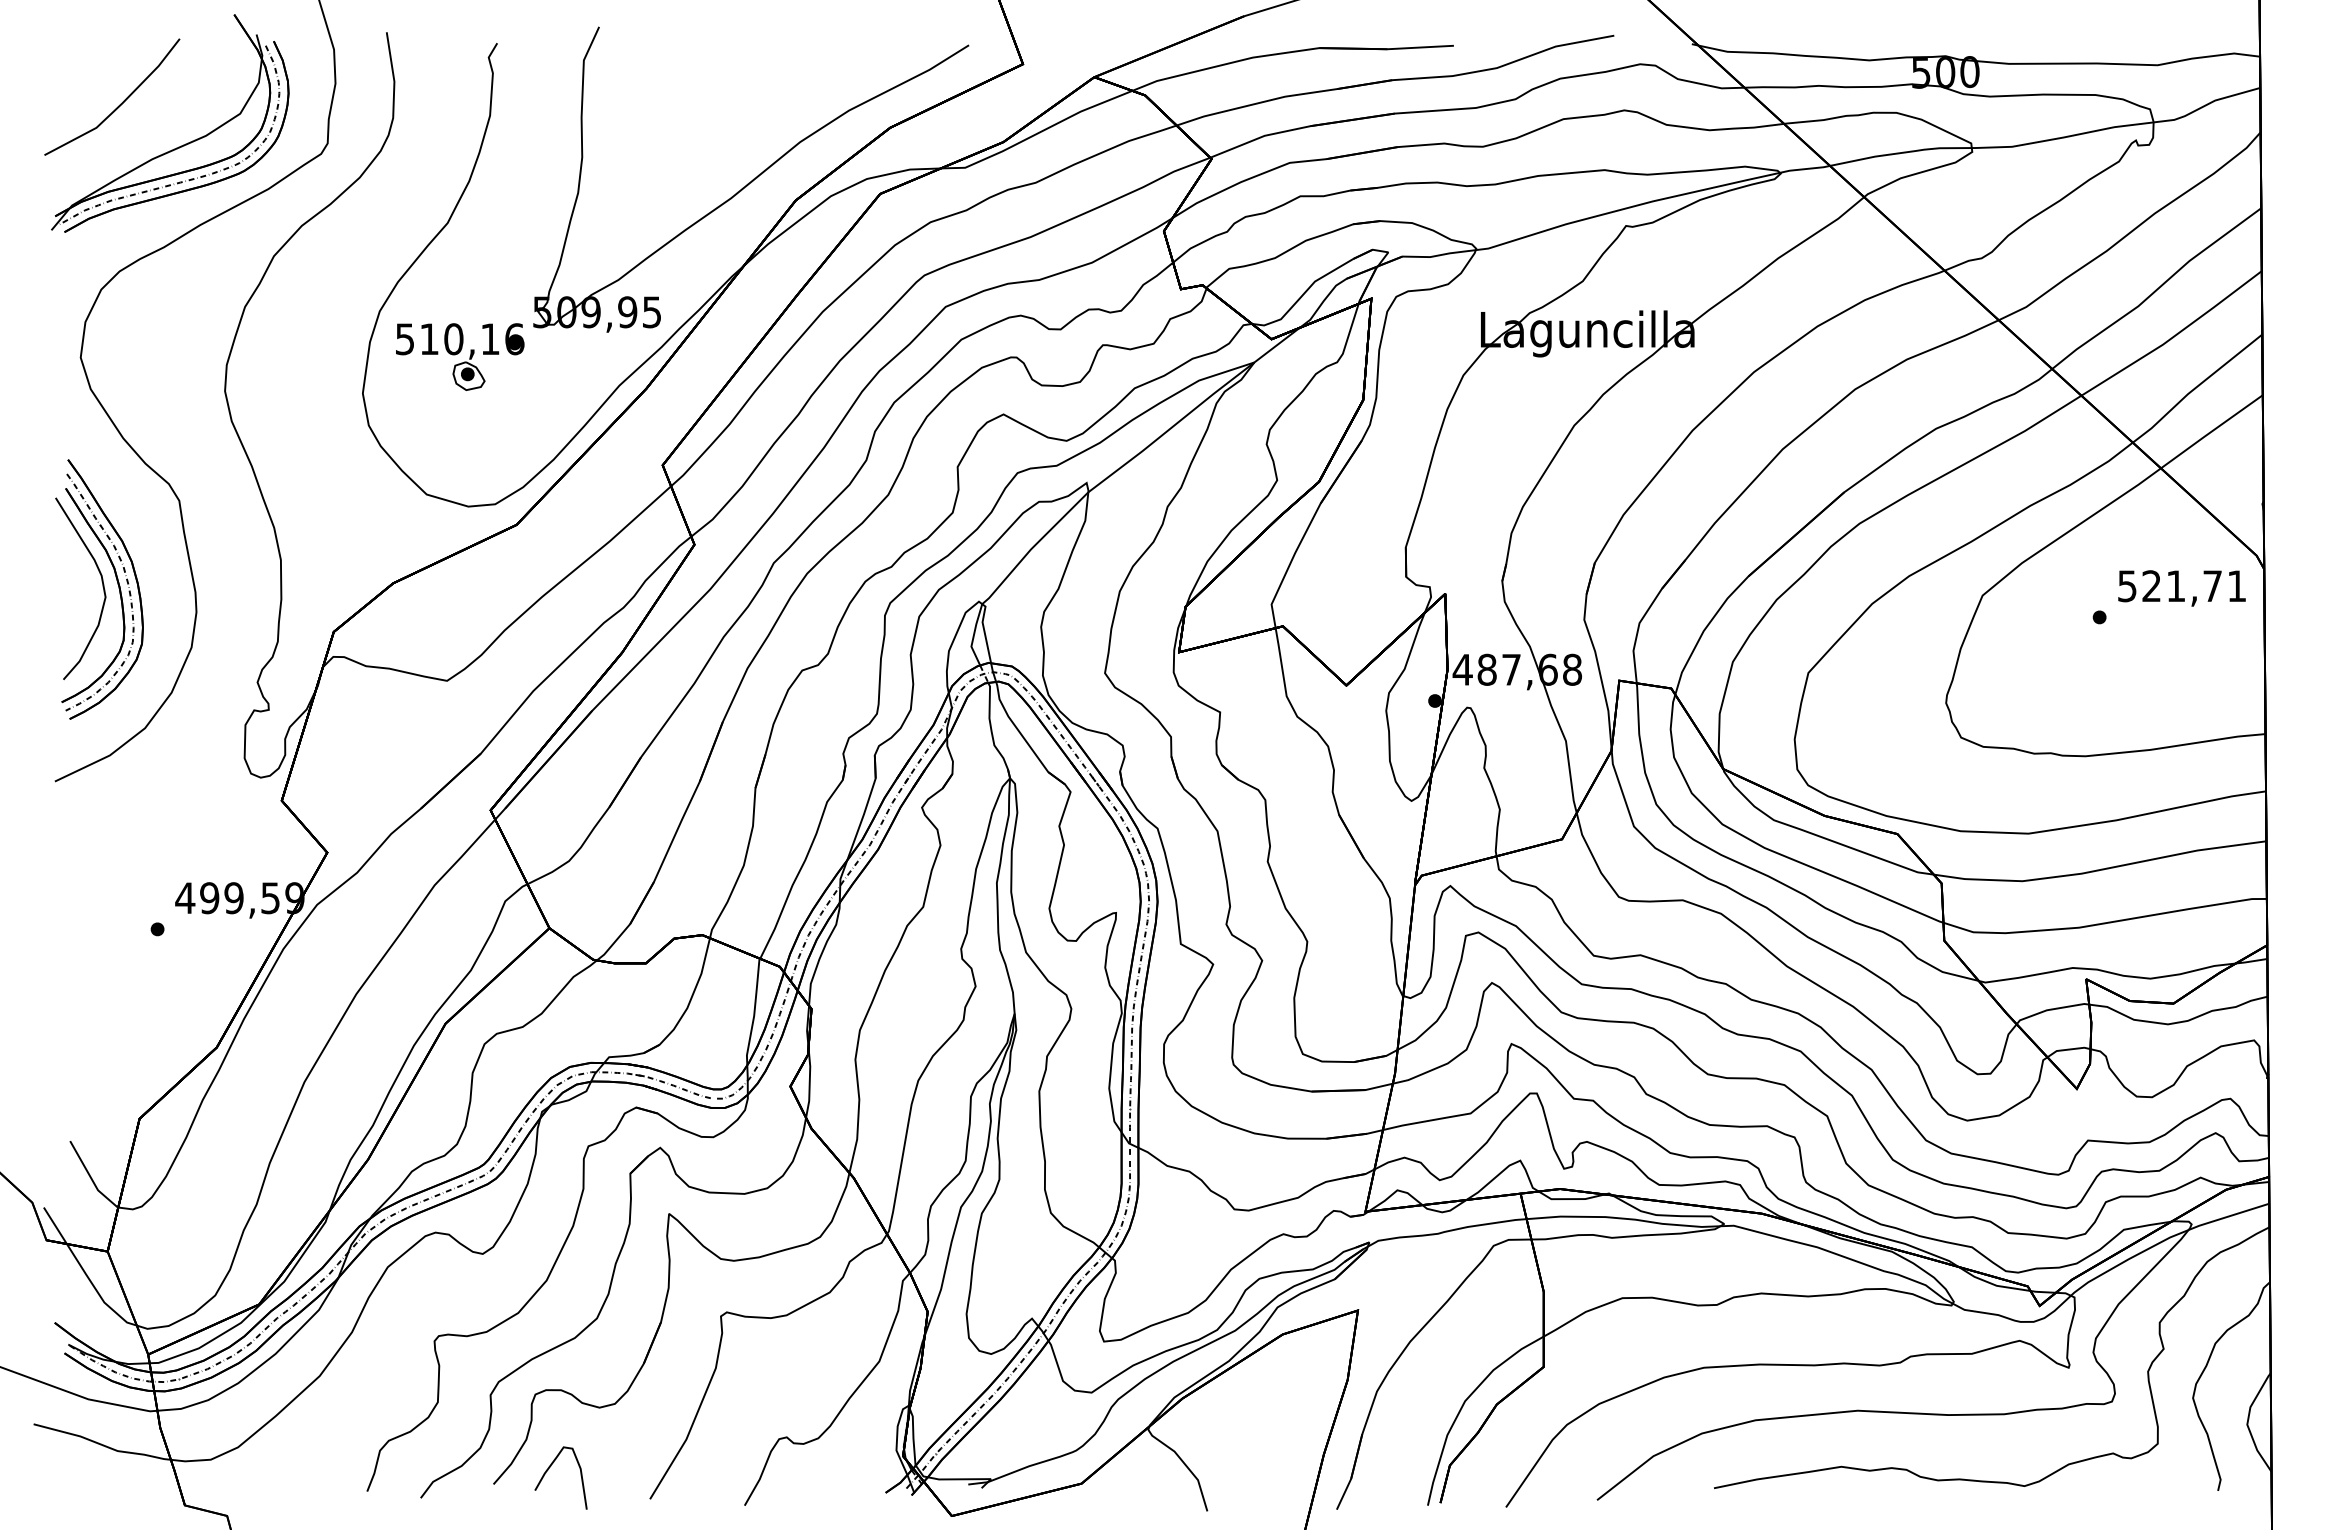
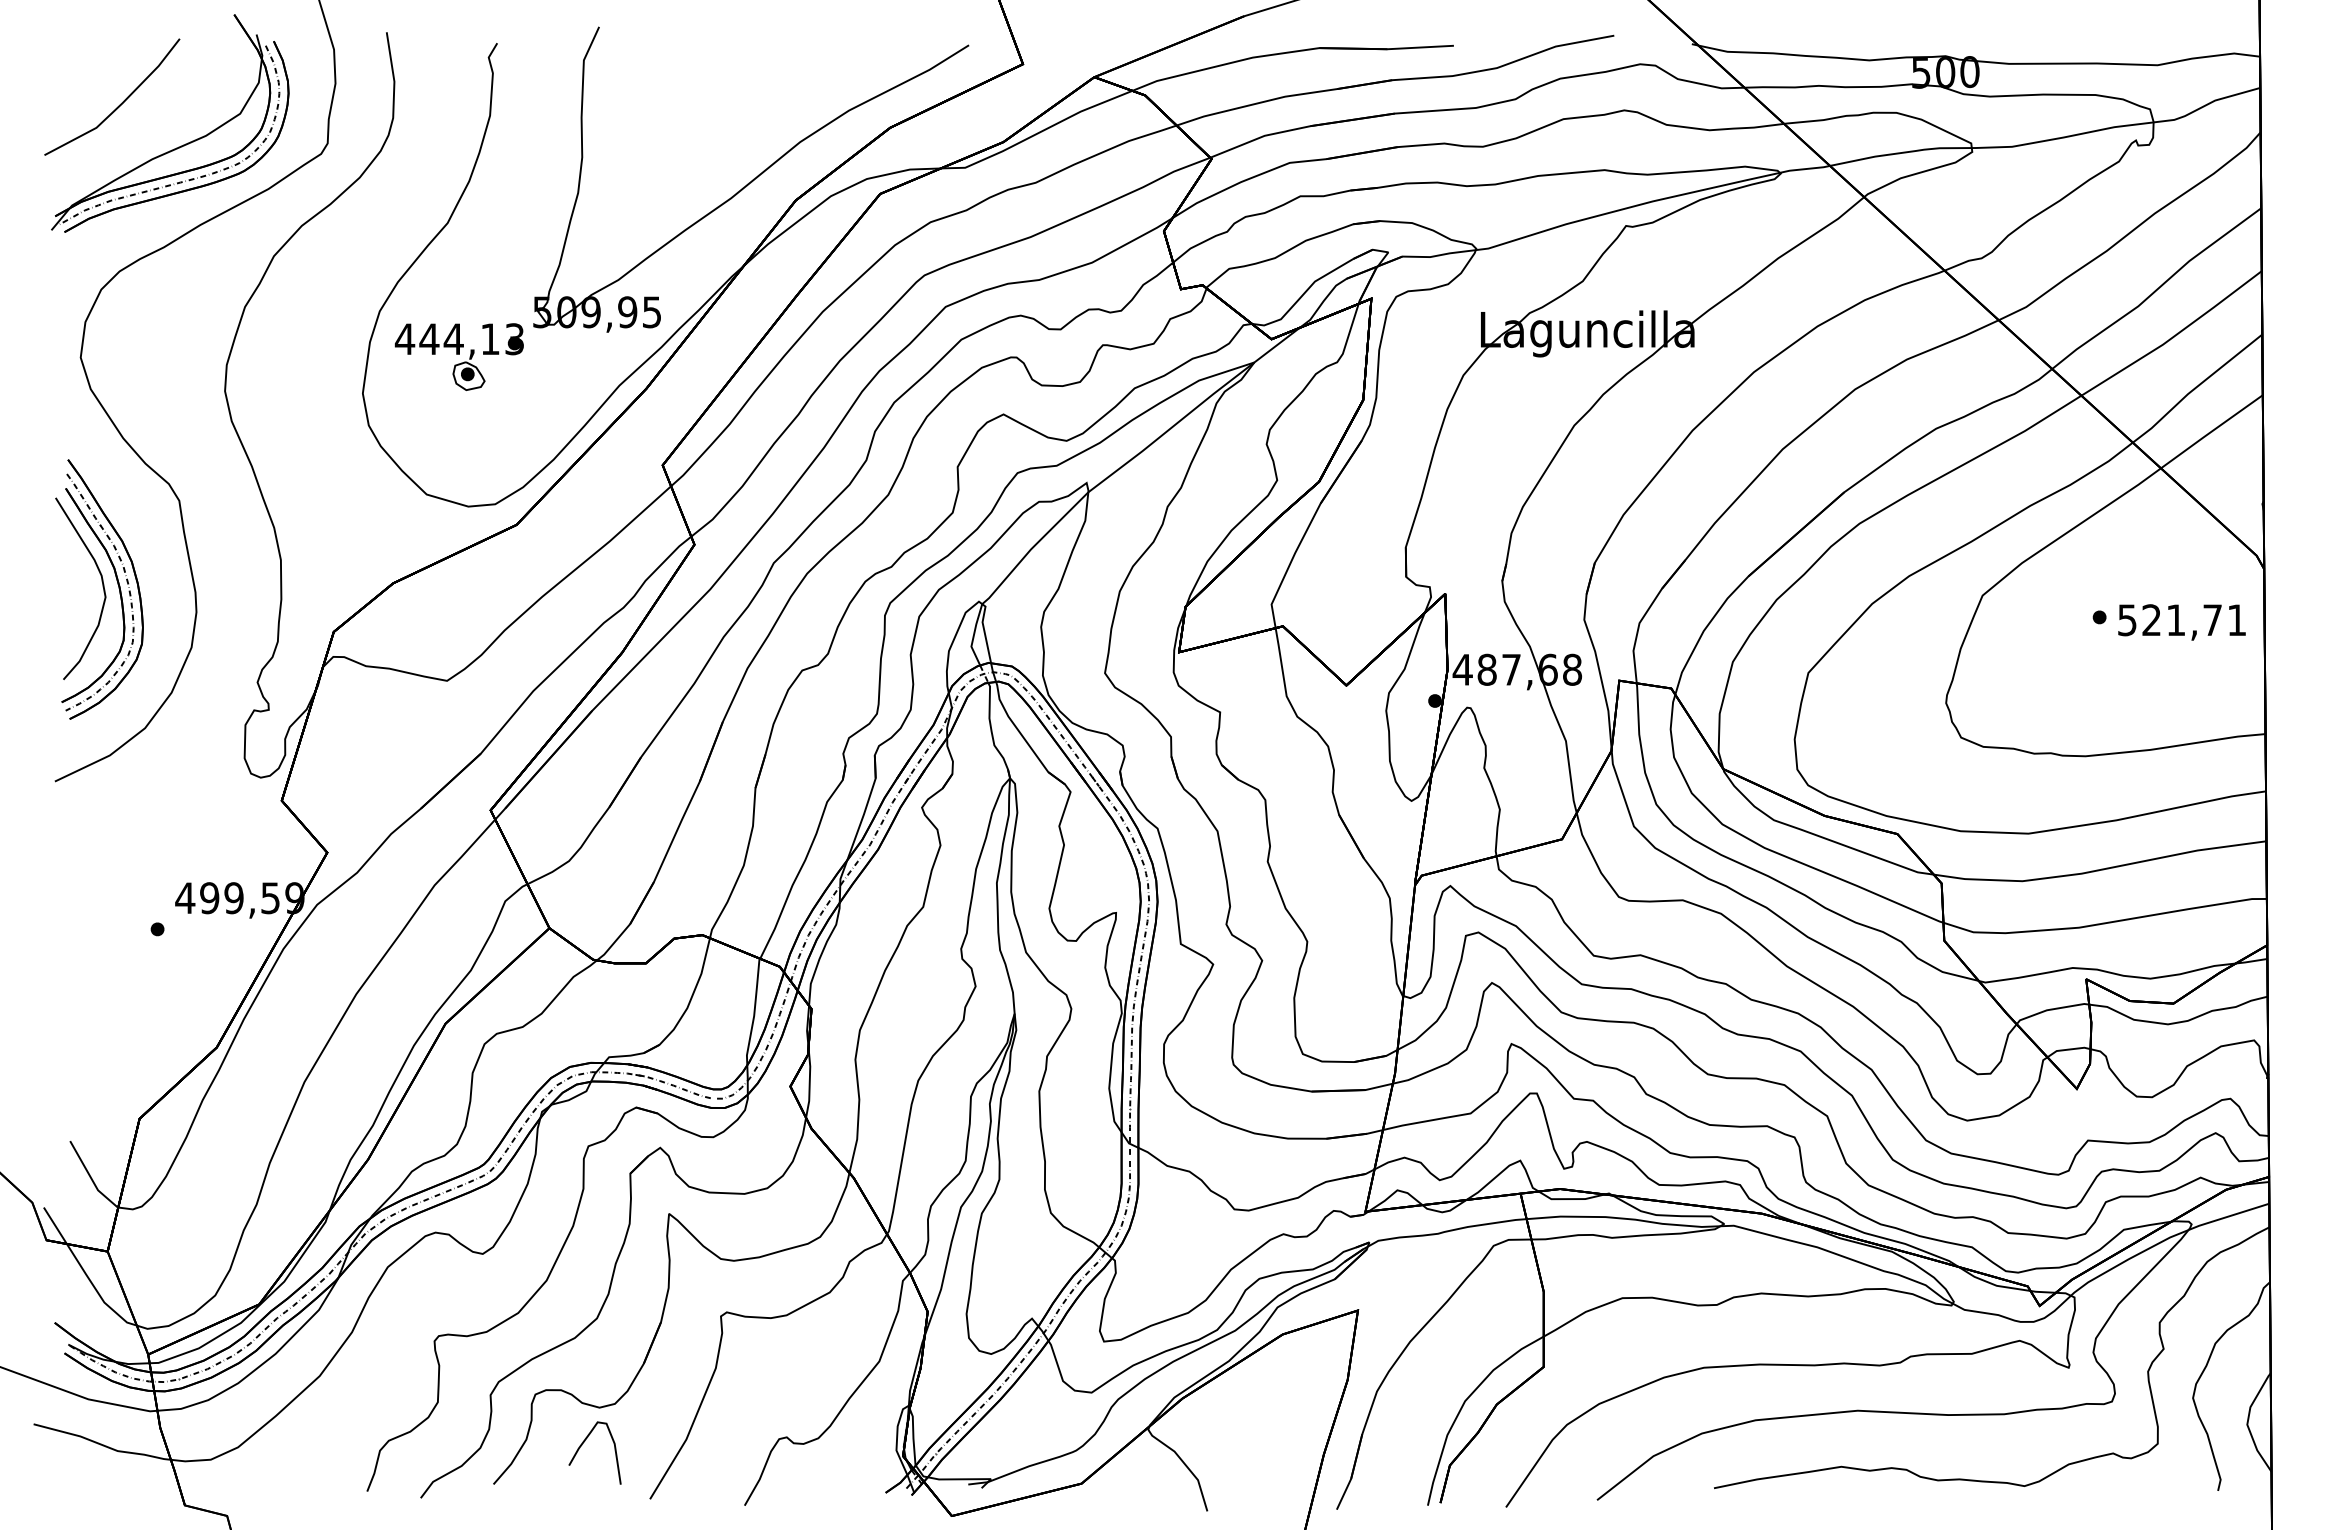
text at (459, 339): 510,16 -> 444,13
text at (2181, 588) position: (2181, 588) -> (2181, 622)
curve at (548, 1470) position: (548, 1470) -> (582, 1445)
